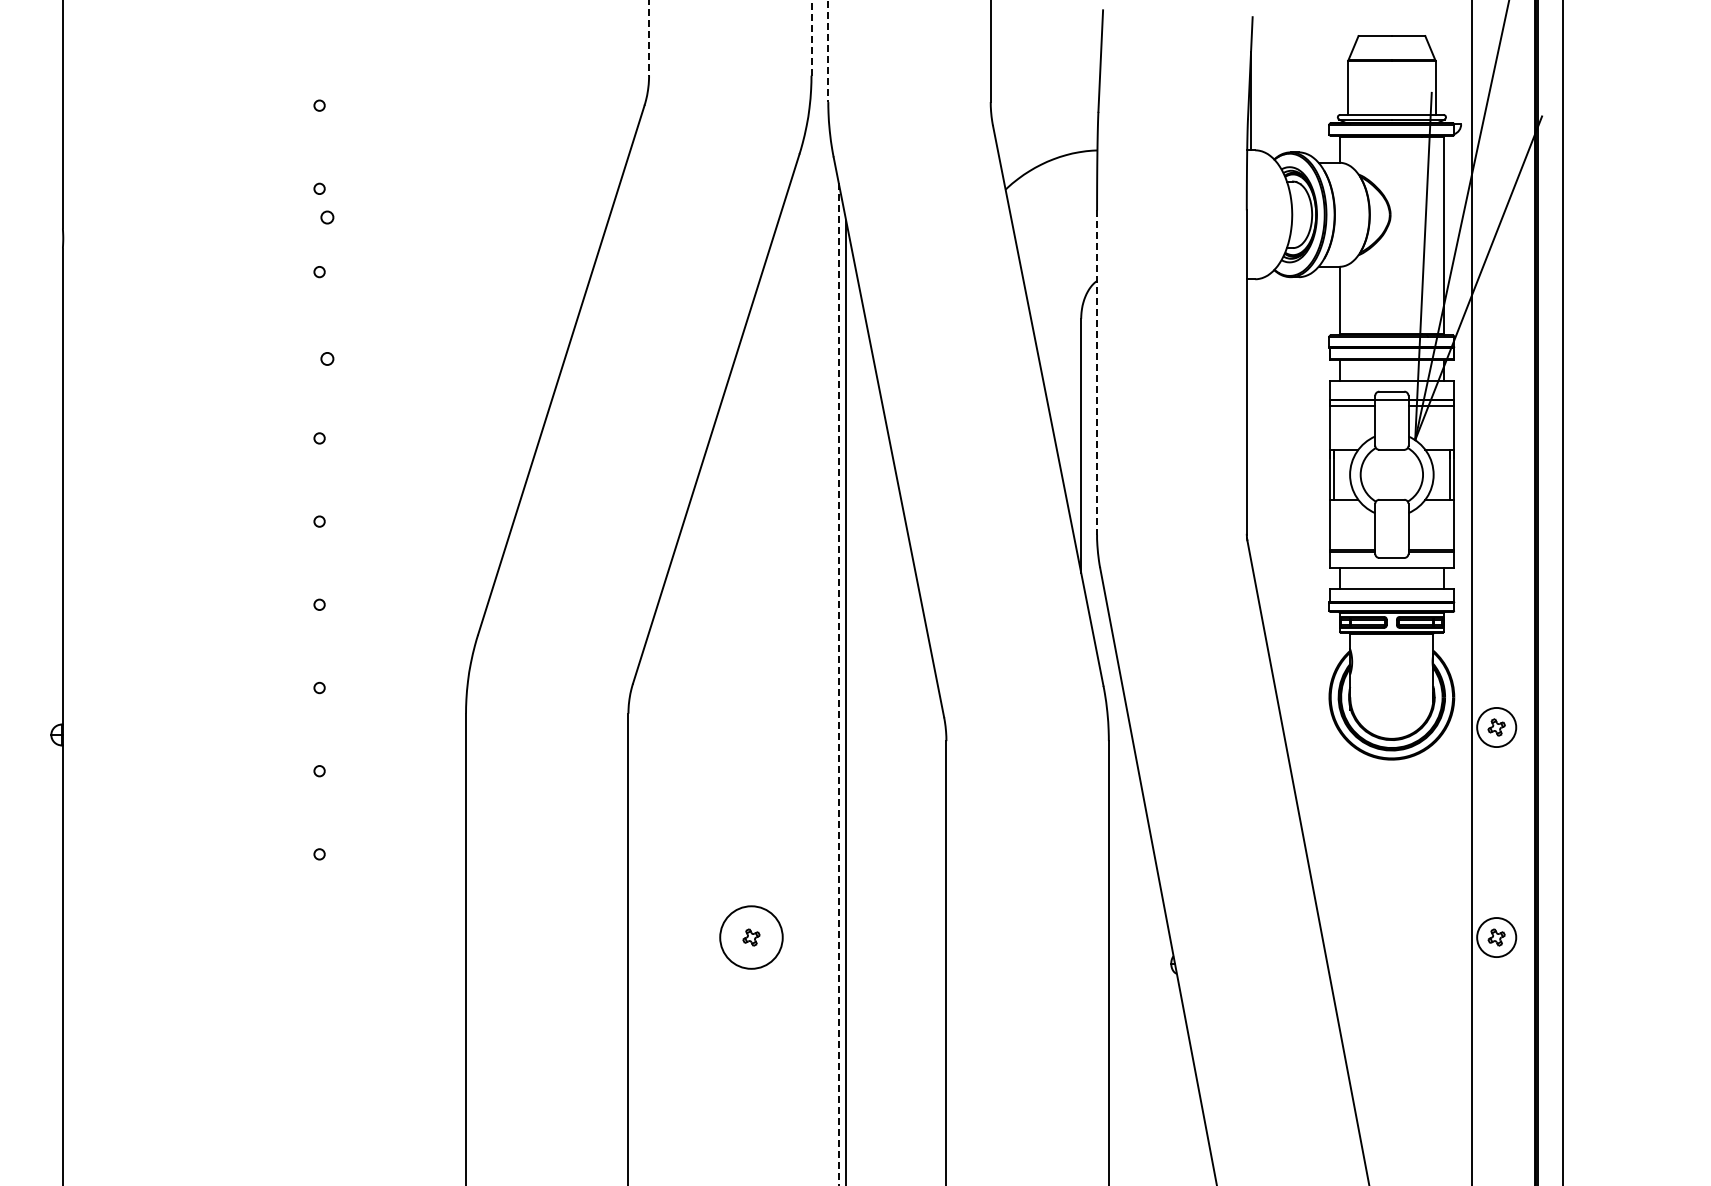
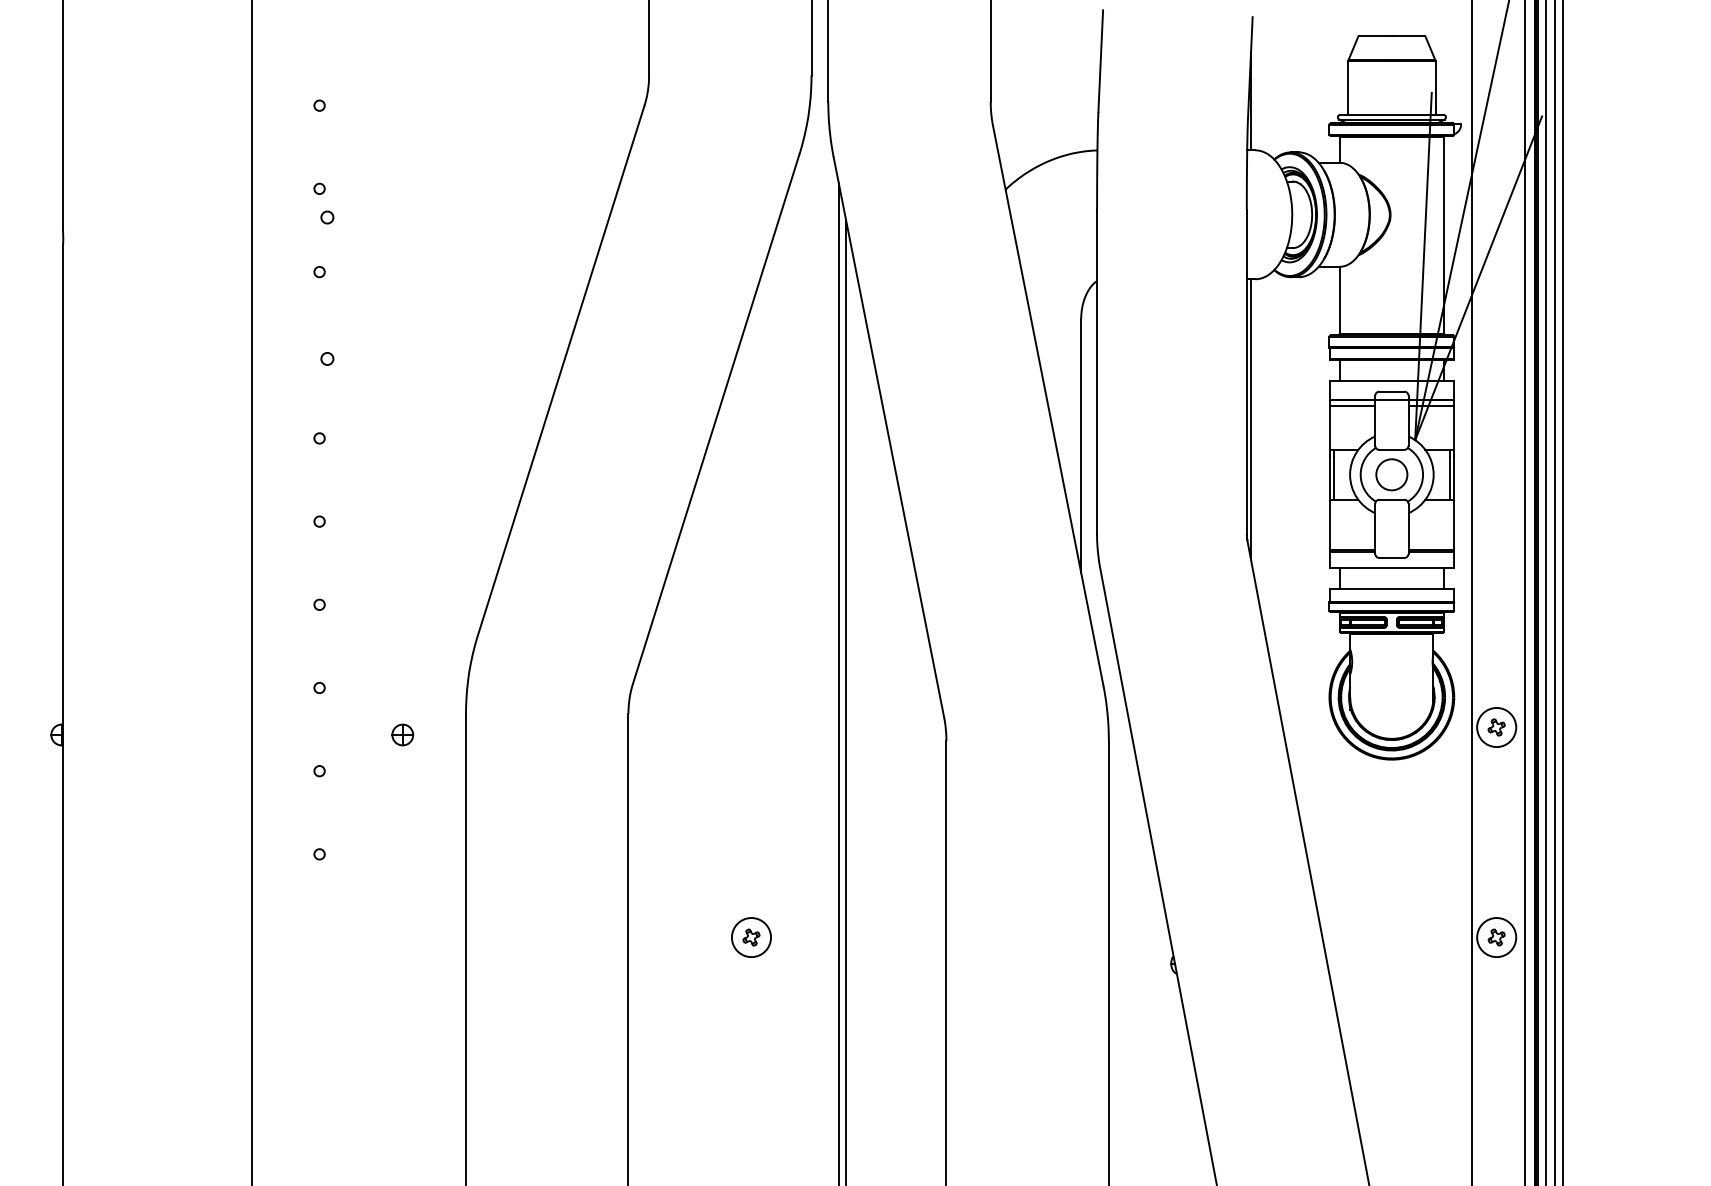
line at (811, 37): dashed -> solid
line at (649, 38): dashed -> solid
line at (828, 51): dashed -> solid
line at (1097, 373): dashed -> solid
line at (1251, 419): none -> present
part at (1391, 474): none -> present
line at (251, 592): none -> present
line at (1524, 592): none -> present
line at (1546, 592): none -> present
line at (1554, 592): none -> present
line at (838, 685): dashed -> solid
part at (402, 734): none -> present
circle at (751, 937) diameter: 63 px -> 39 px
